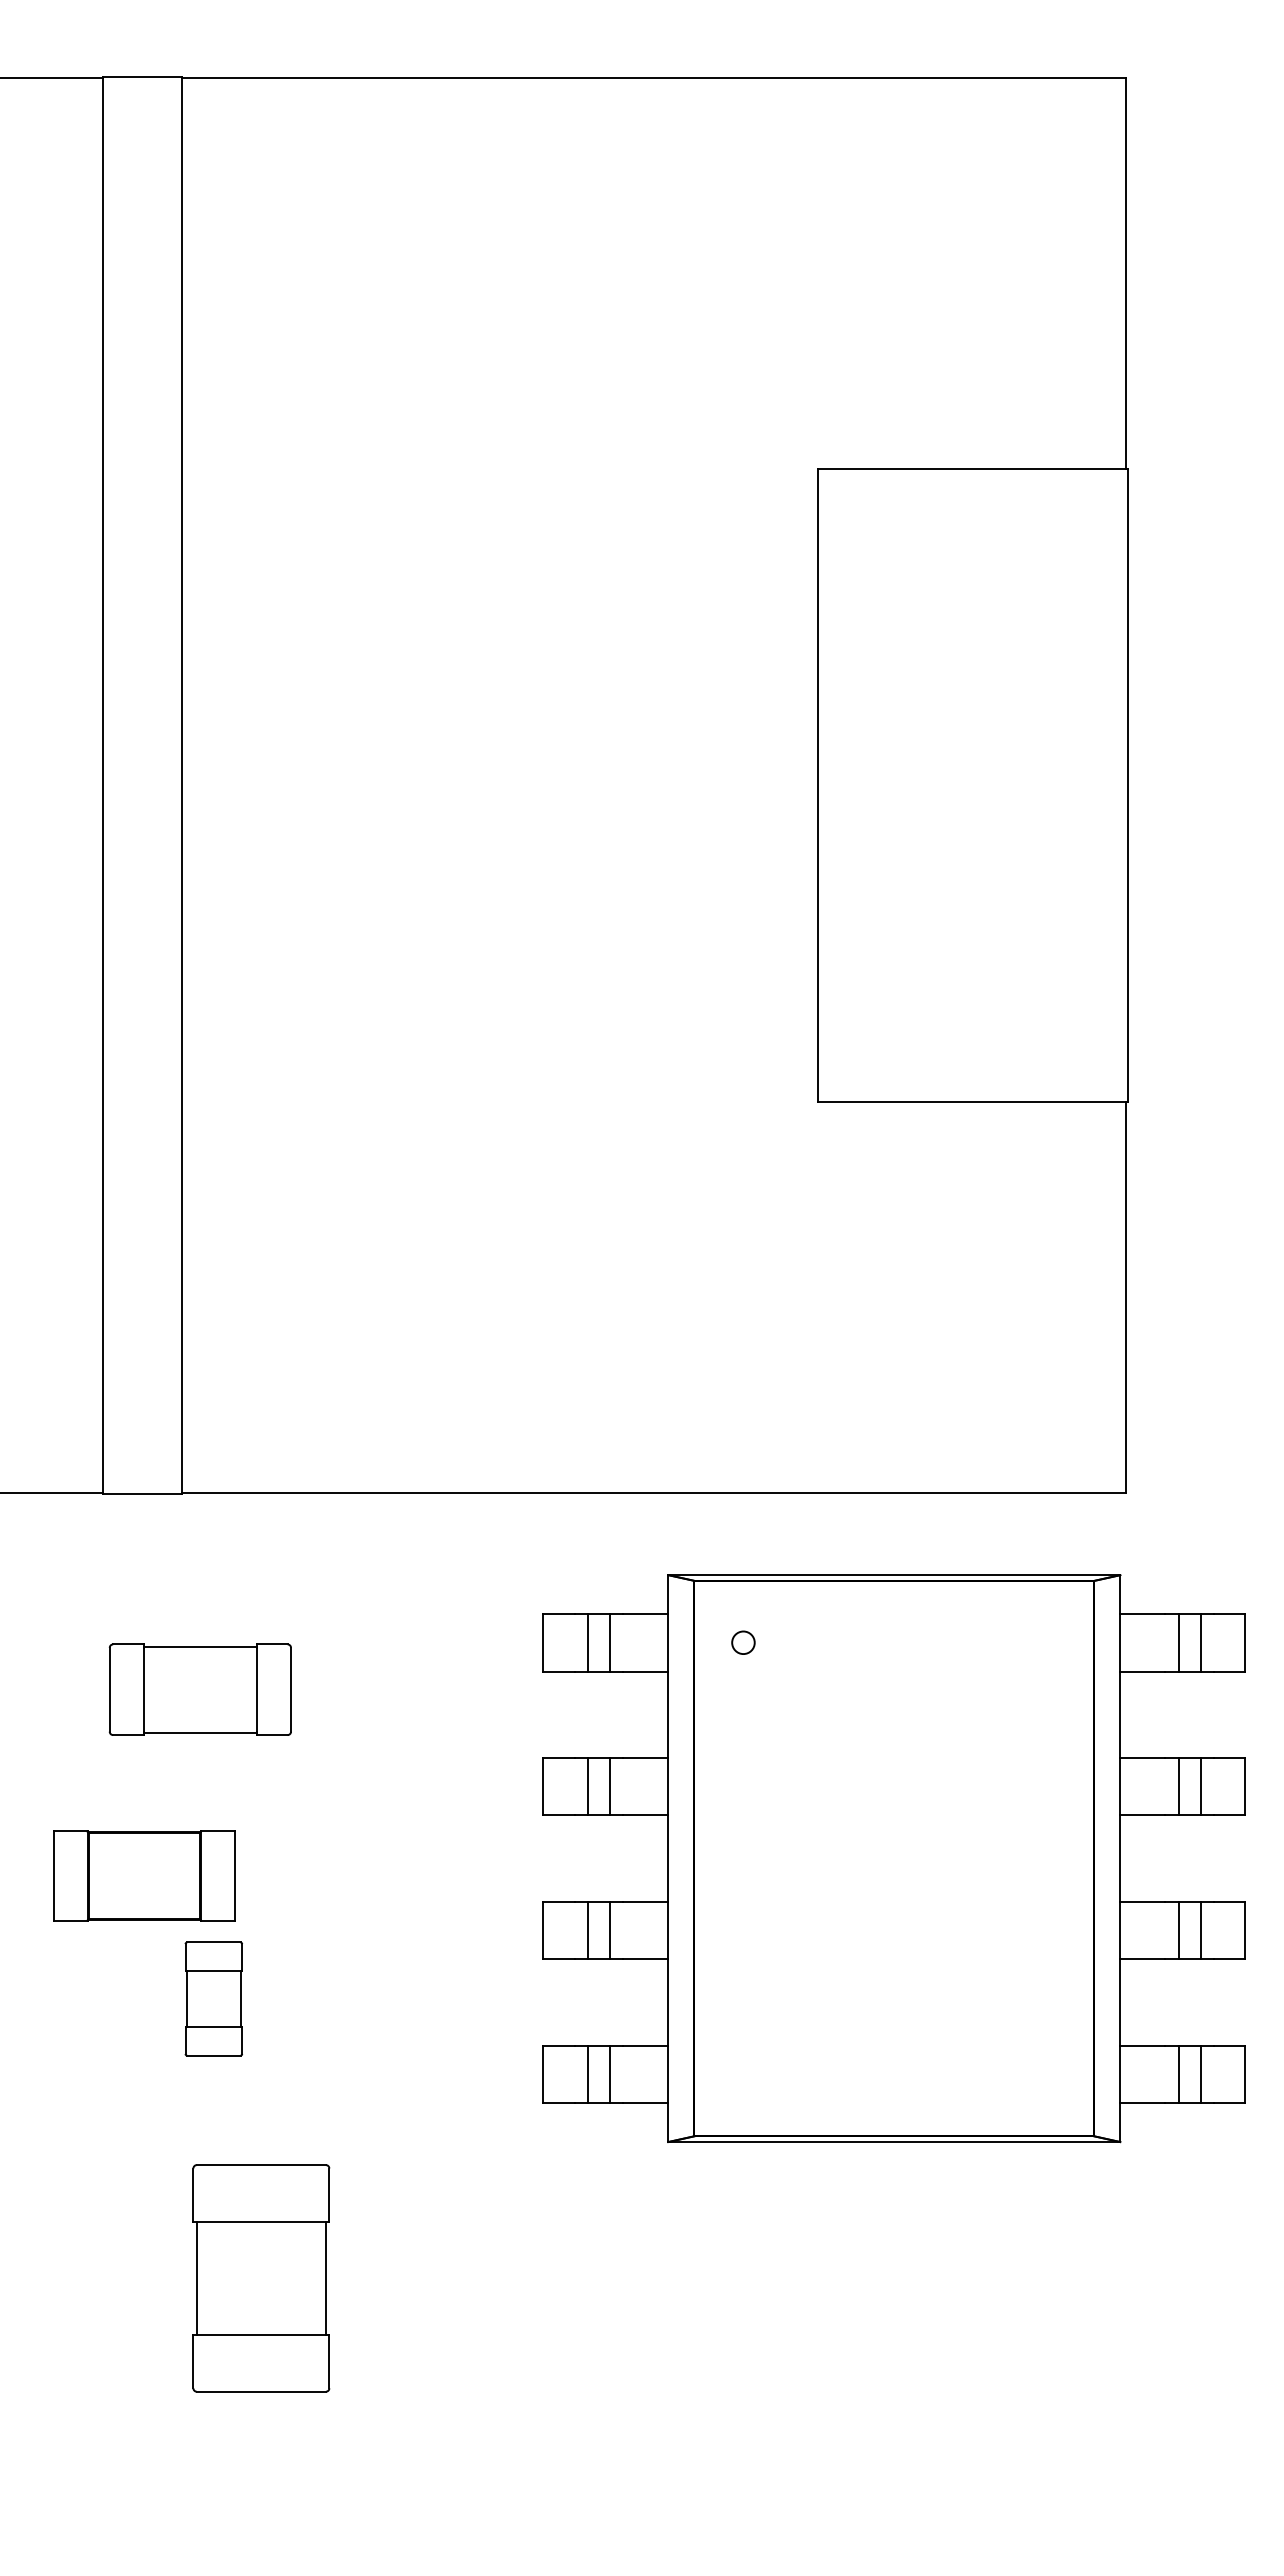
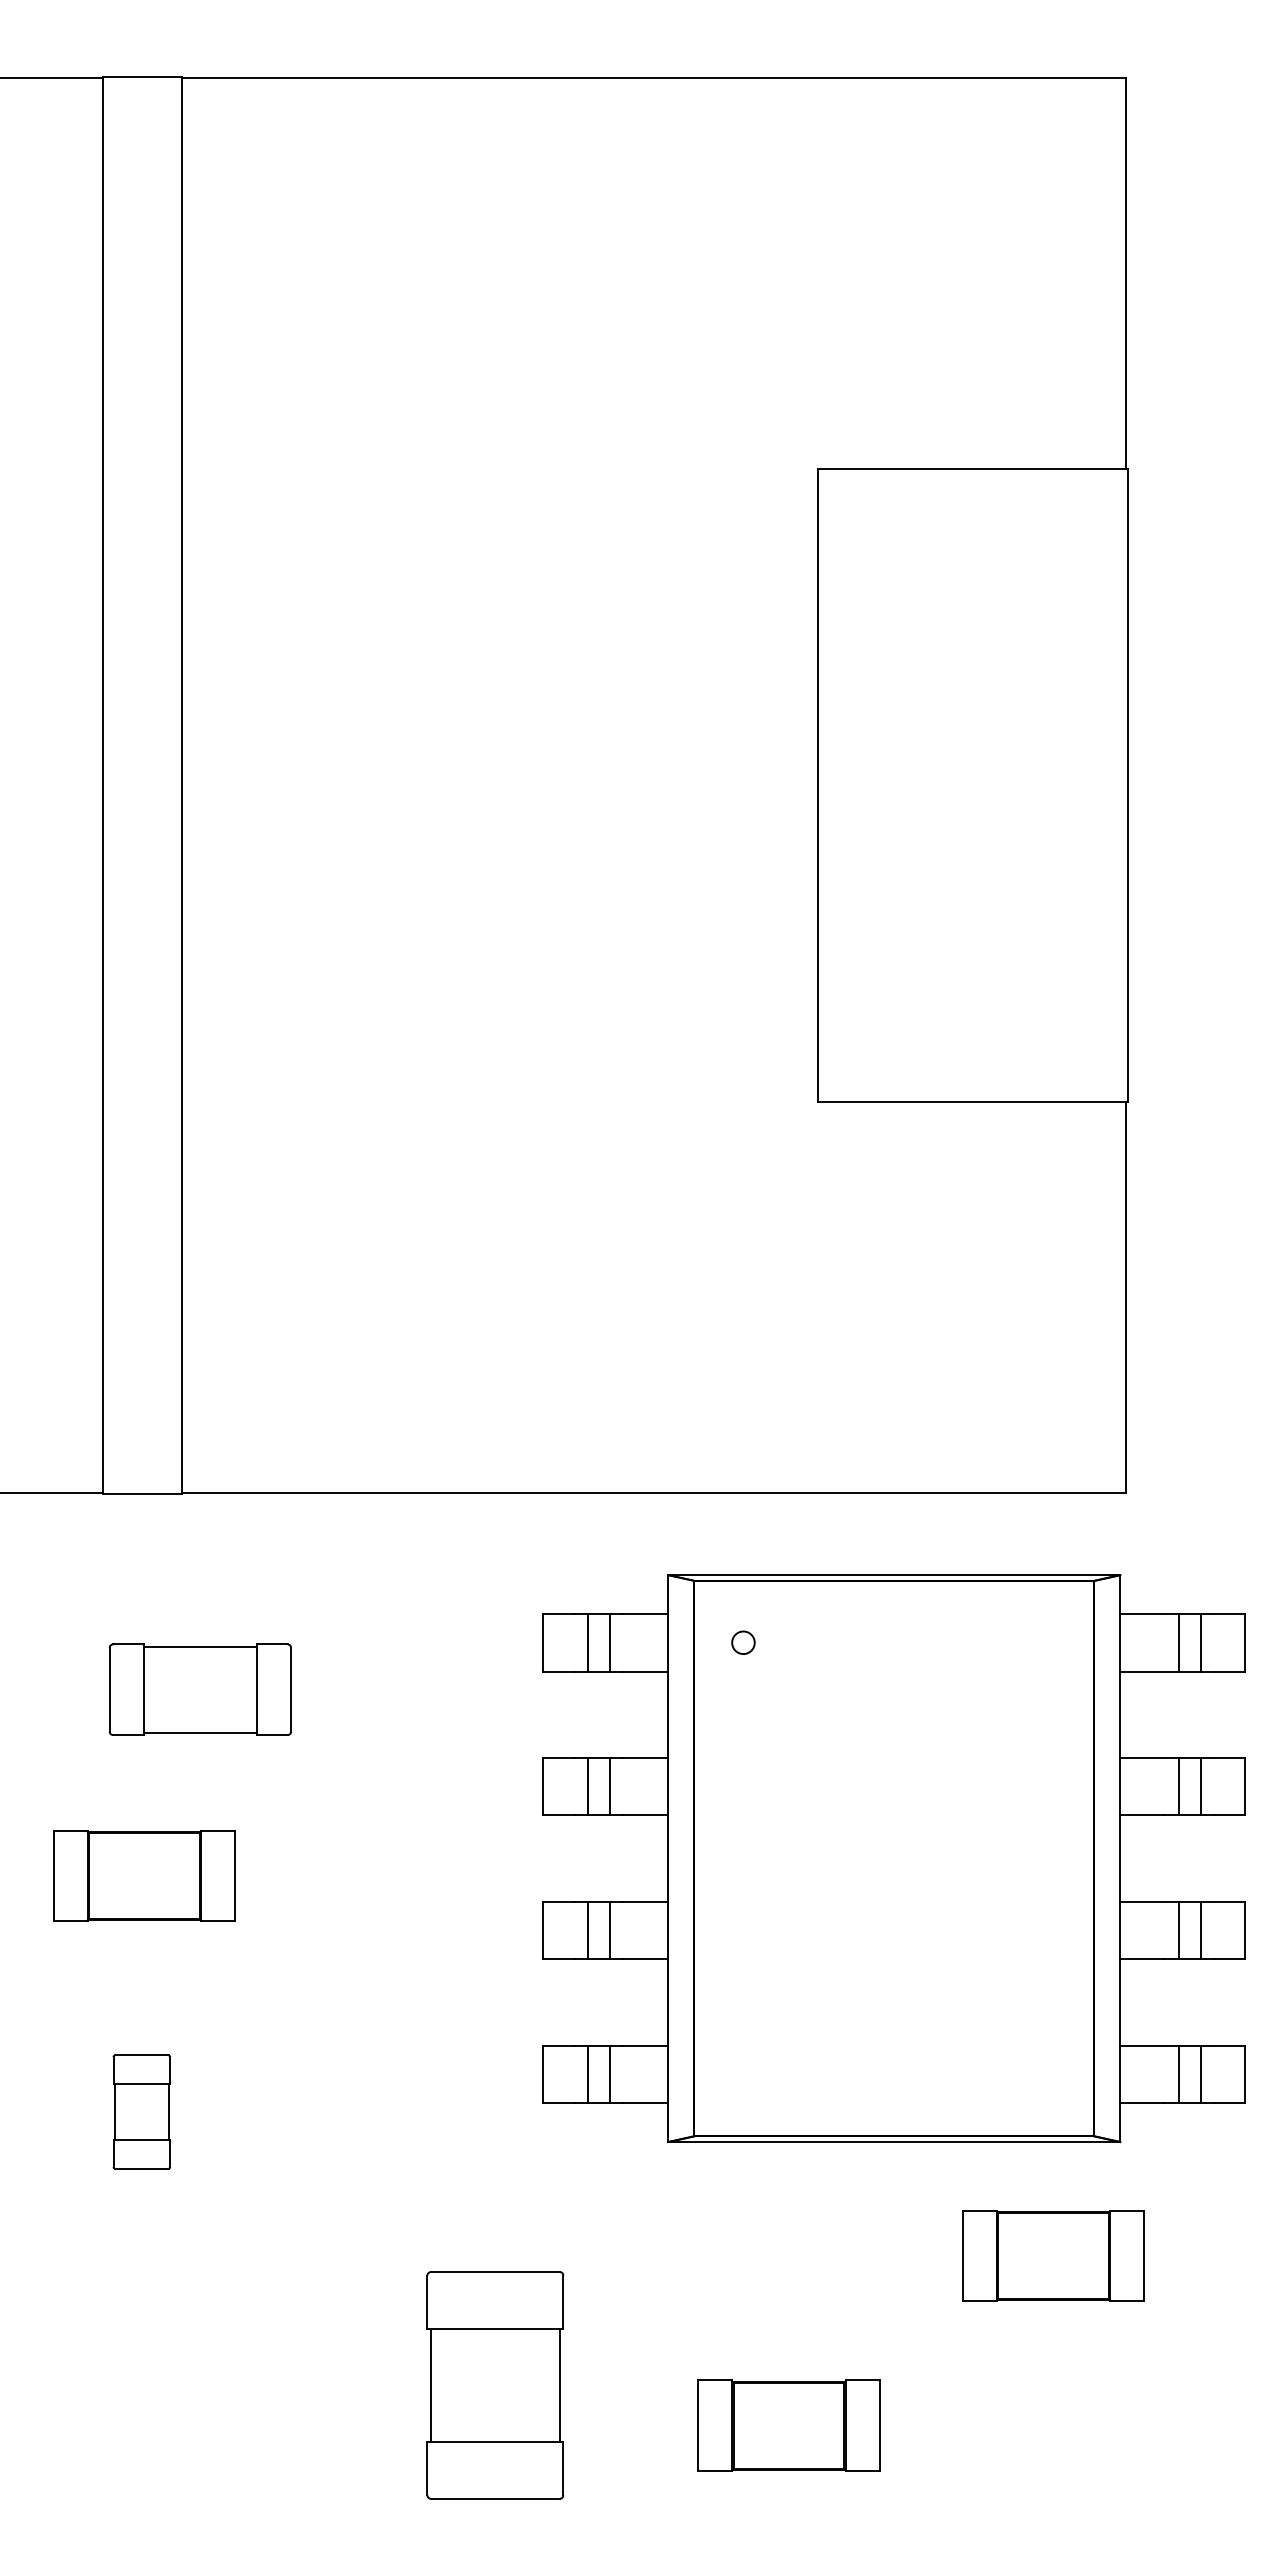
part at (213, 1998) position: (213, 1998) -> (141, 2111)
part at (1053, 2255): none -> present
part at (261, 2278) position: (261, 2278) -> (495, 2385)
part at (788, 2425): none -> present
